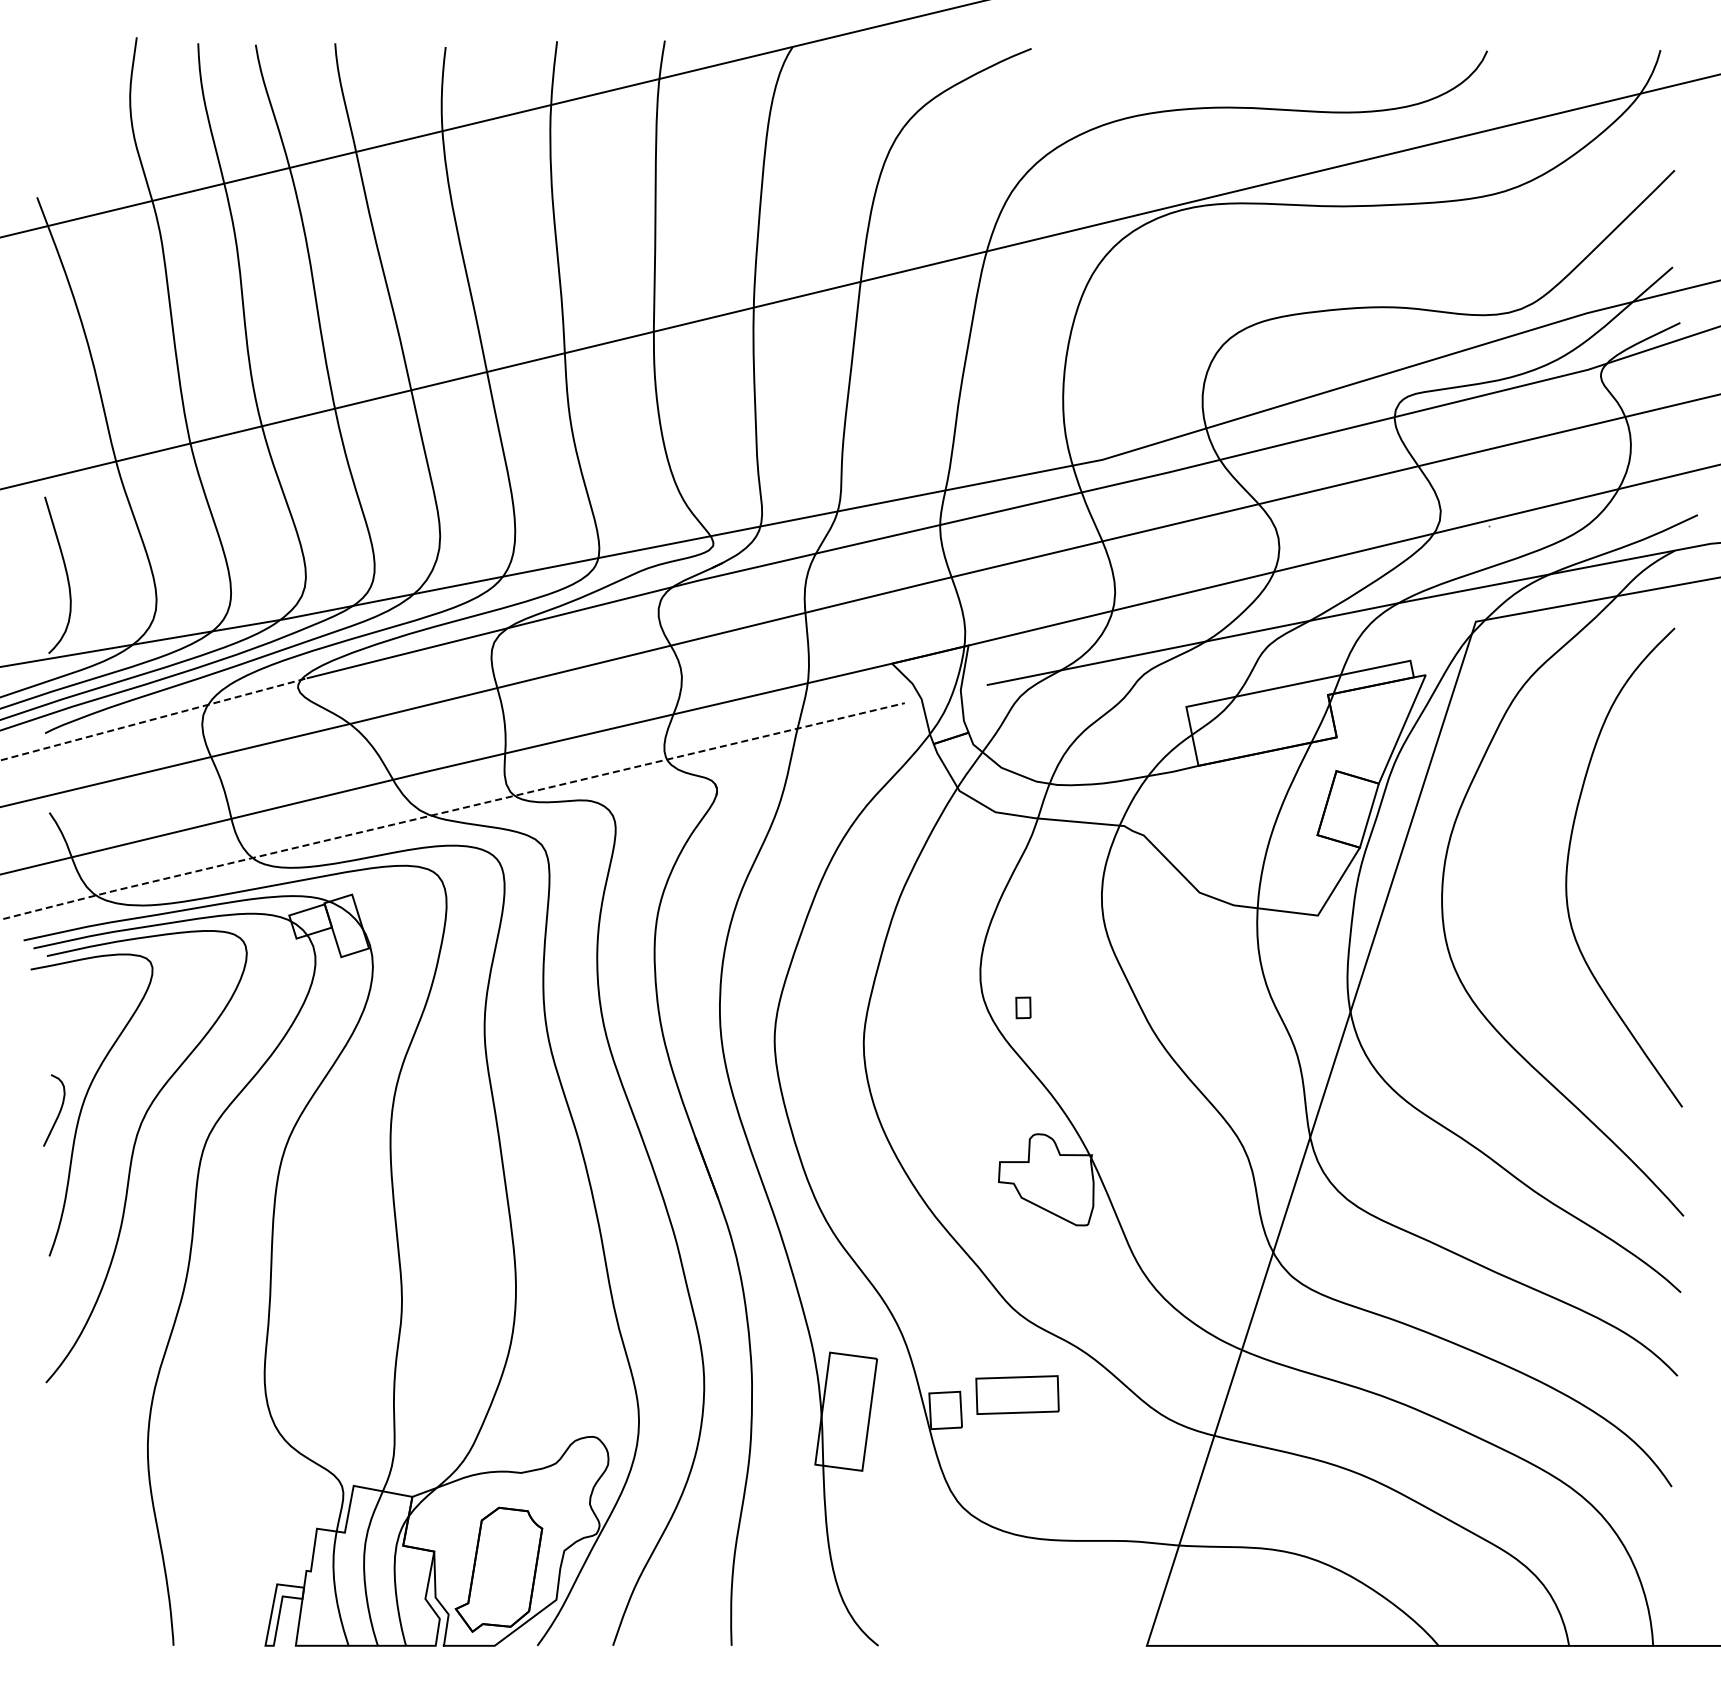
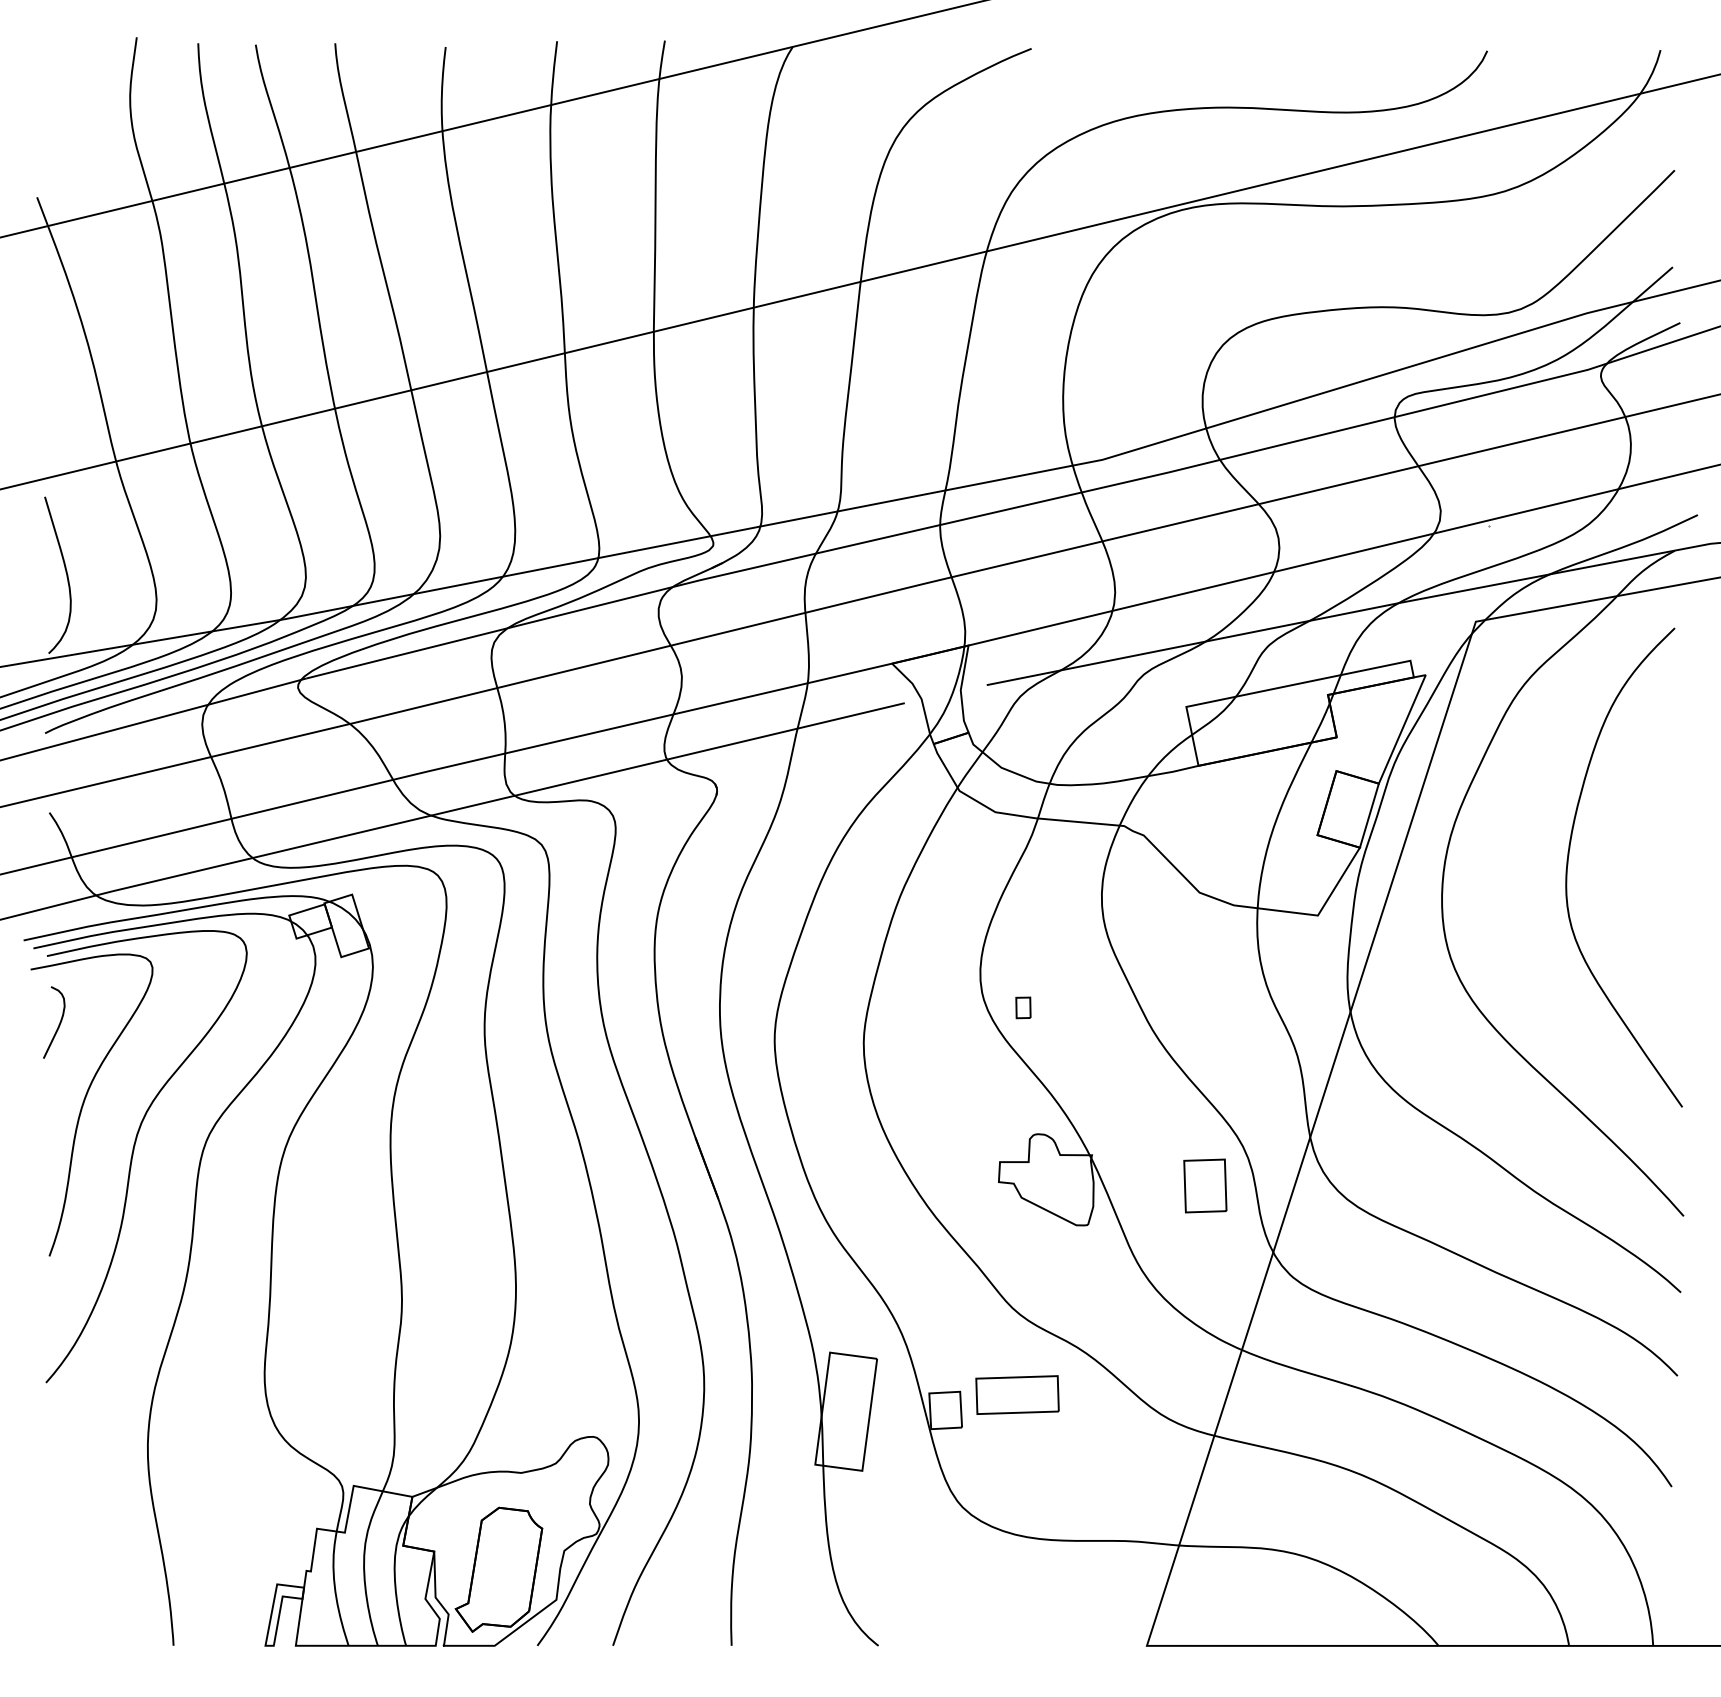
line at (153, 719): dashed -> solid
line at (452, 810): dashed -> solid
curve at (58, 1112) position: (58, 1112) -> (58, 1024)
part at (1205, 1185): none -> present
